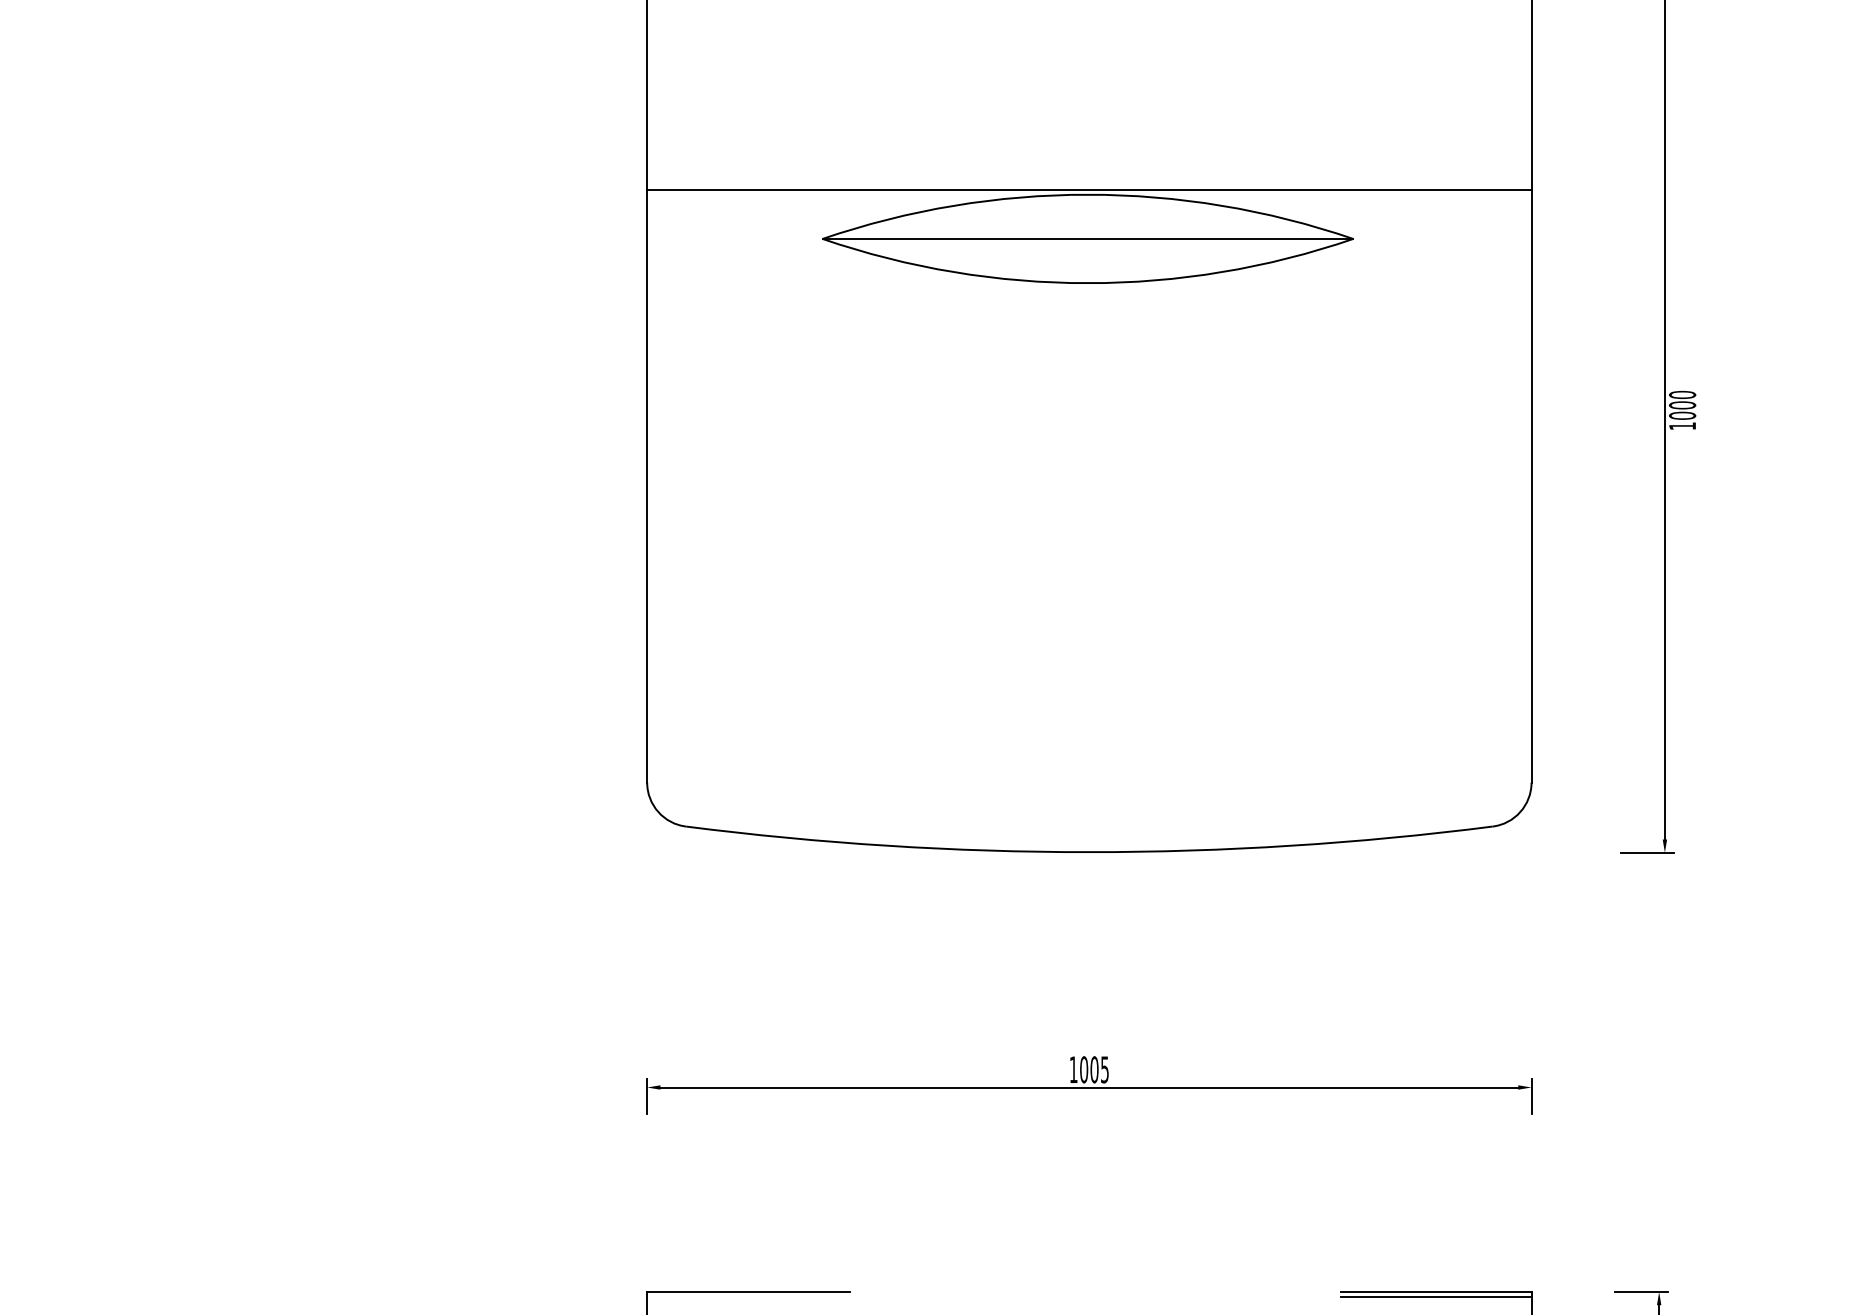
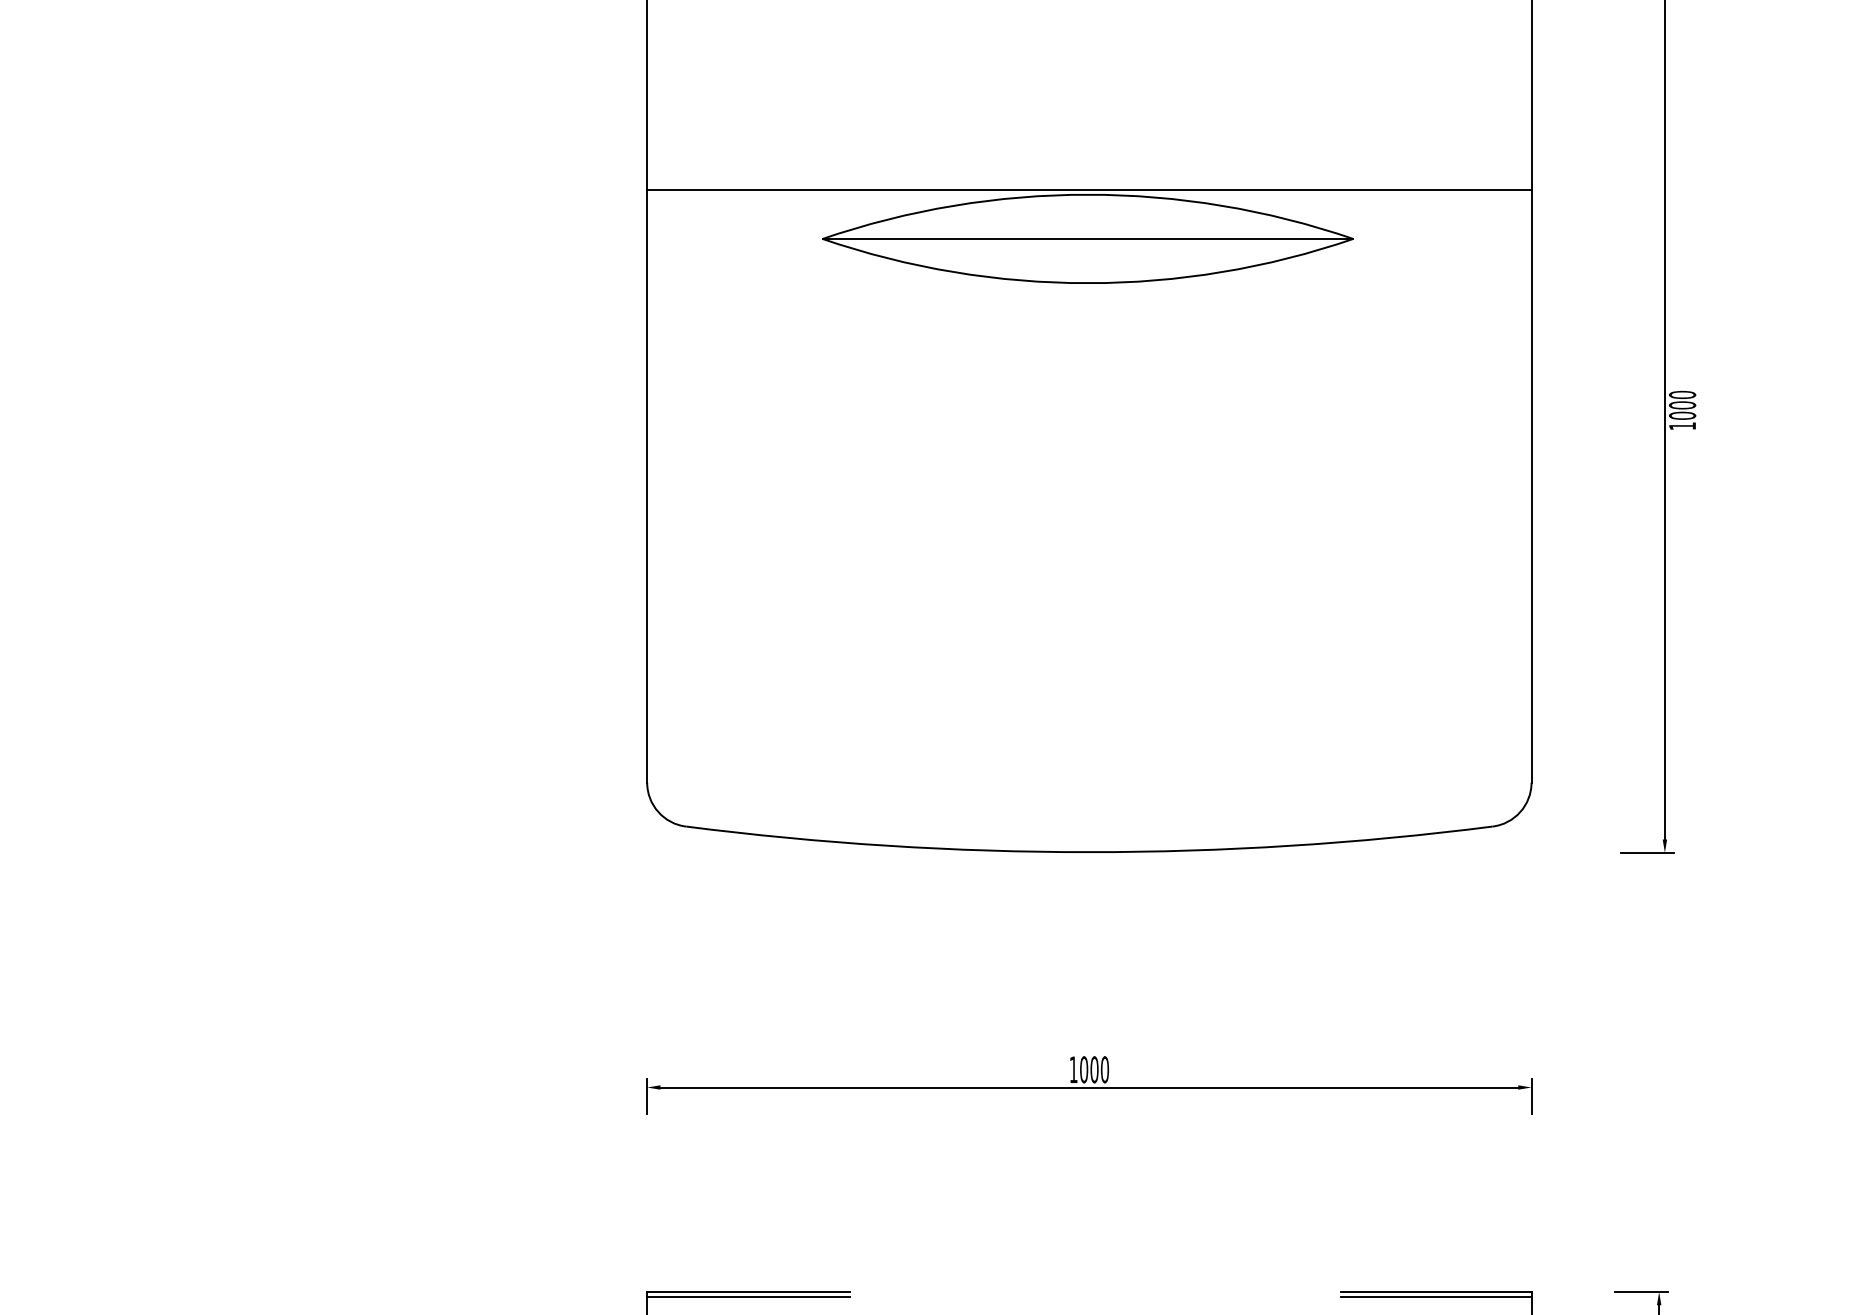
text at (1104, 1069): 1005 -> 1000
line at (748, 1297): none -> present
